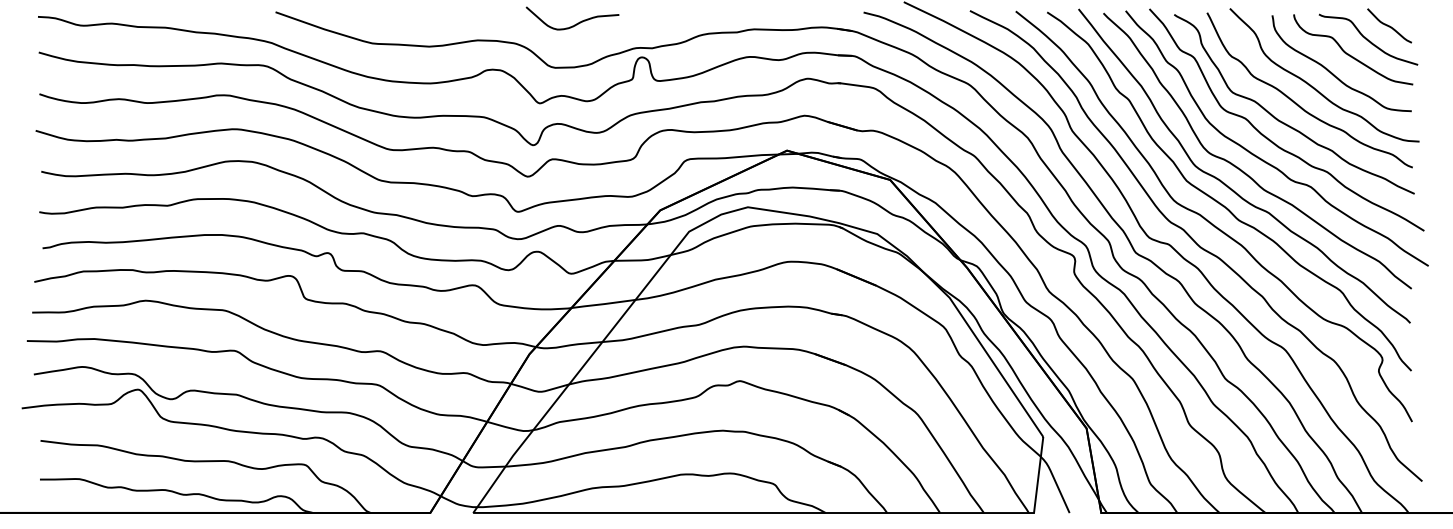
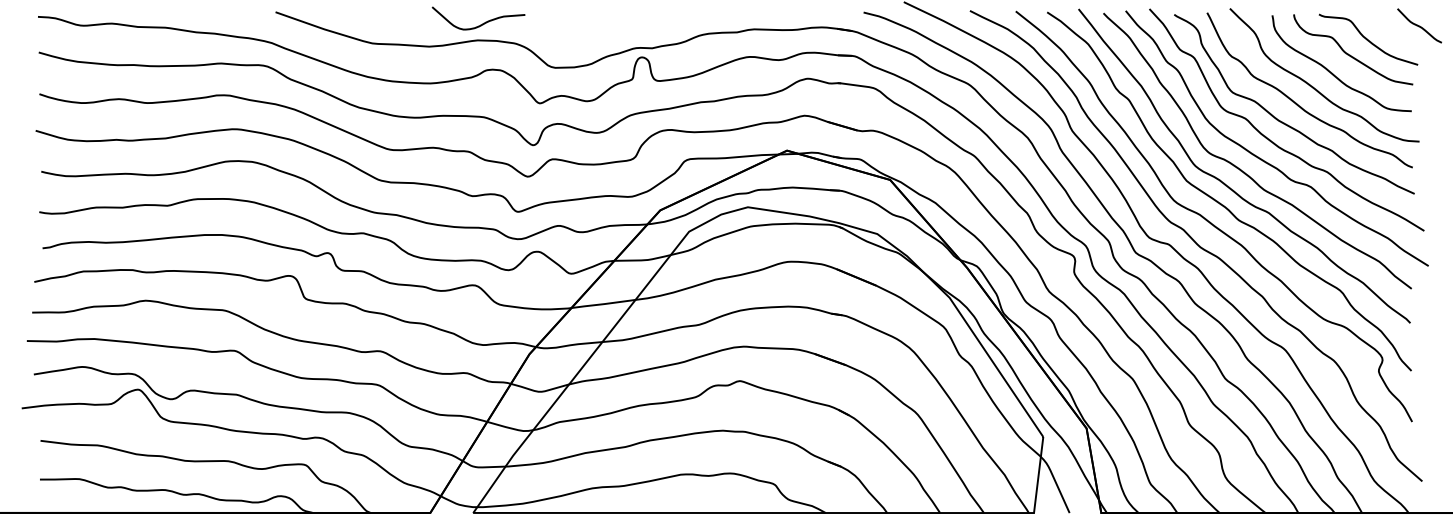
curve at (574, 24) position: (574, 24) -> (480, 24)
curve at (1389, 25) position: (1389, 25) -> (1419, 25)
